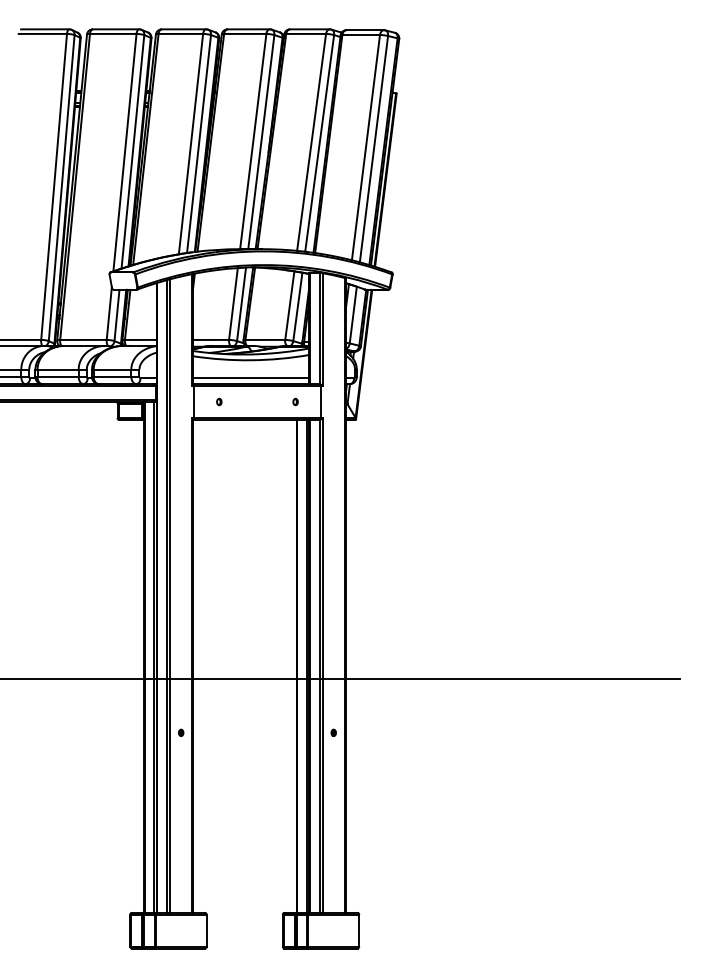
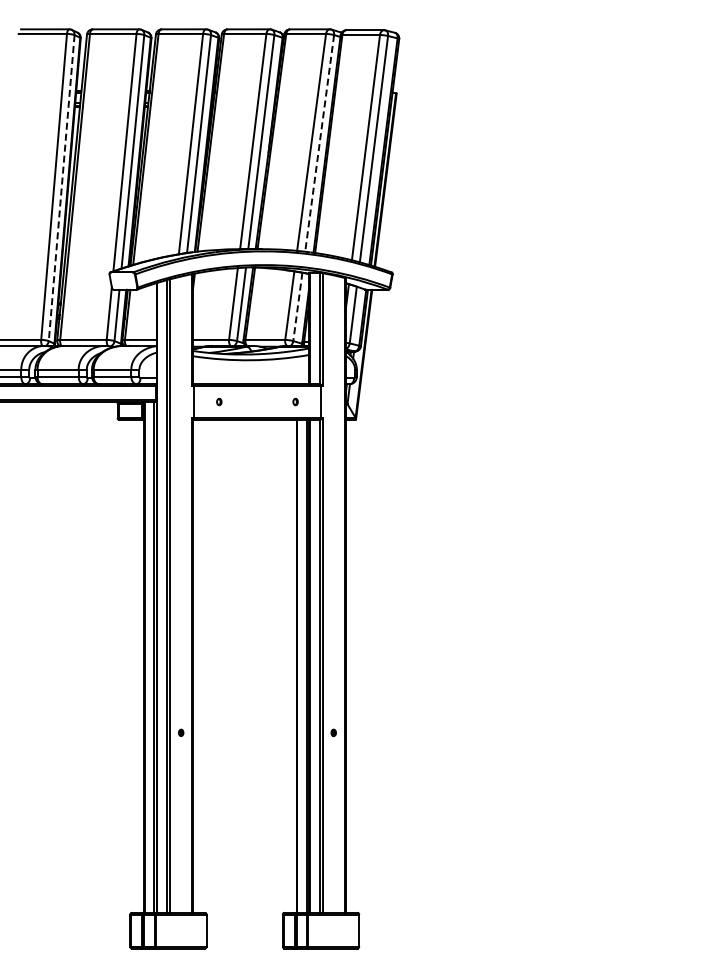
line at (319, 143): solid -> dashed
line at (61, 188): solid -> dashed
line at (297, 307): solid -> dashed
line at (251, 378): present -> none
line at (340, 678): present -> none
